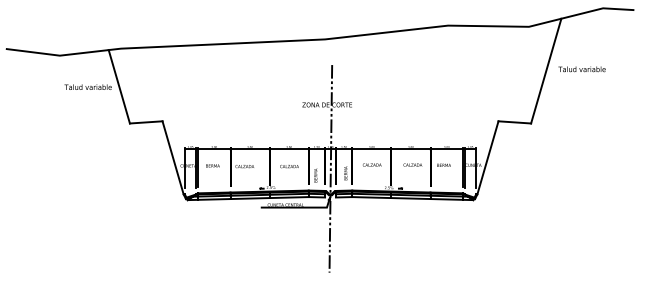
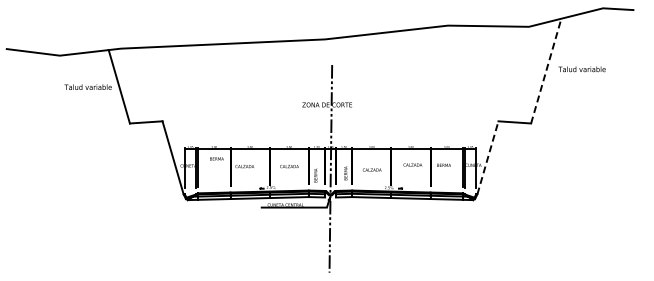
line at (546, 71): solid -> dashed
line at (488, 157): solid -> dashed
text at (372, 164) position: (372, 164) -> (372, 169)
text at (212, 165) position: (212, 165) -> (216, 158)
